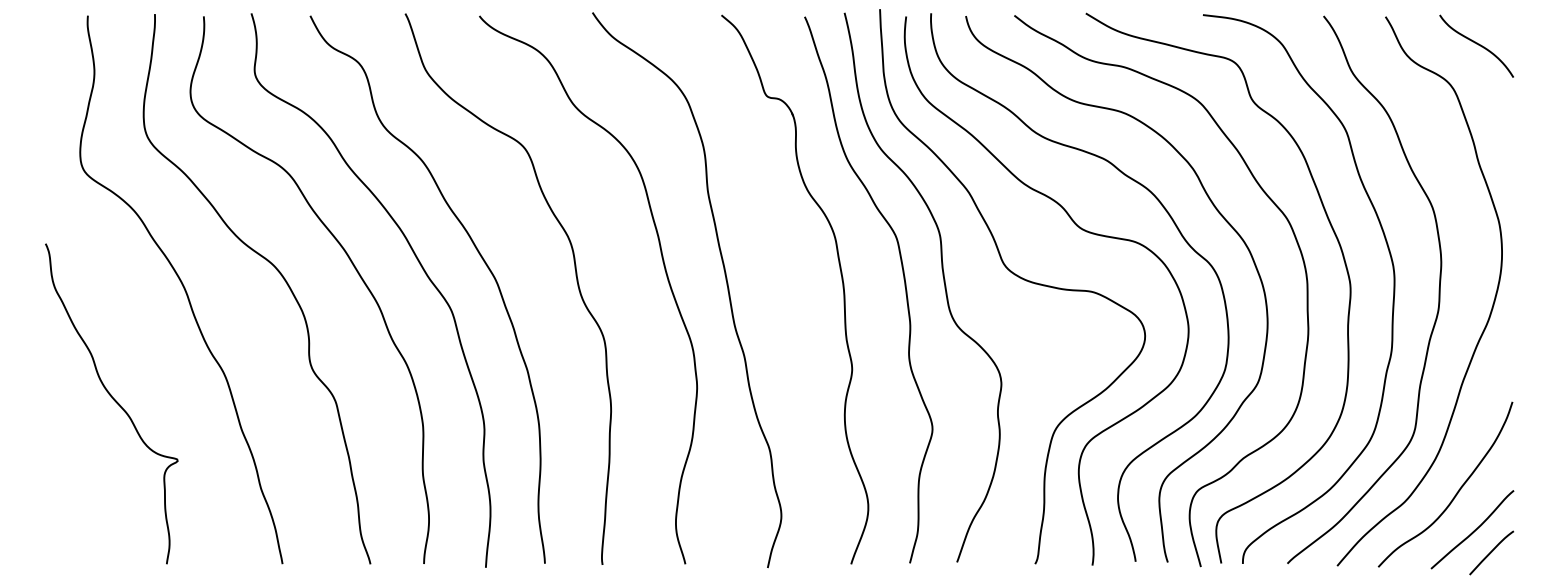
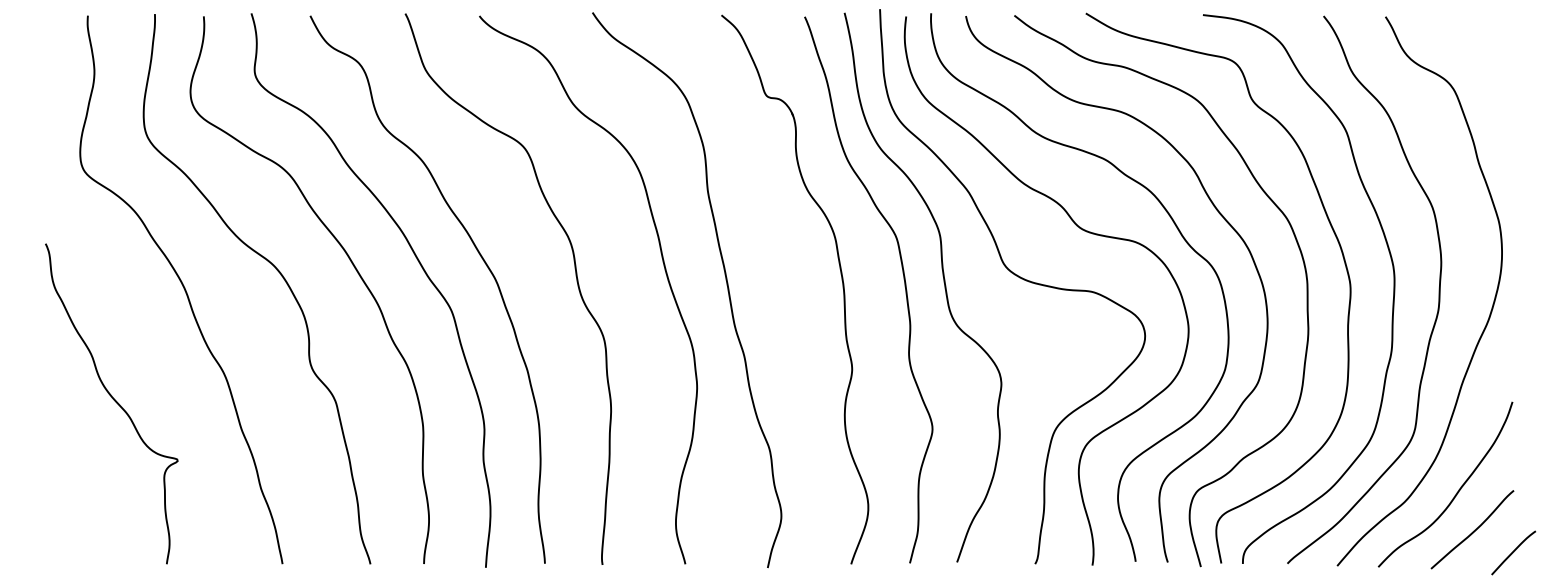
curve at (1476, 44): present -> none
line at (1491, 552) position: (1491, 552) -> (1513, 552)
